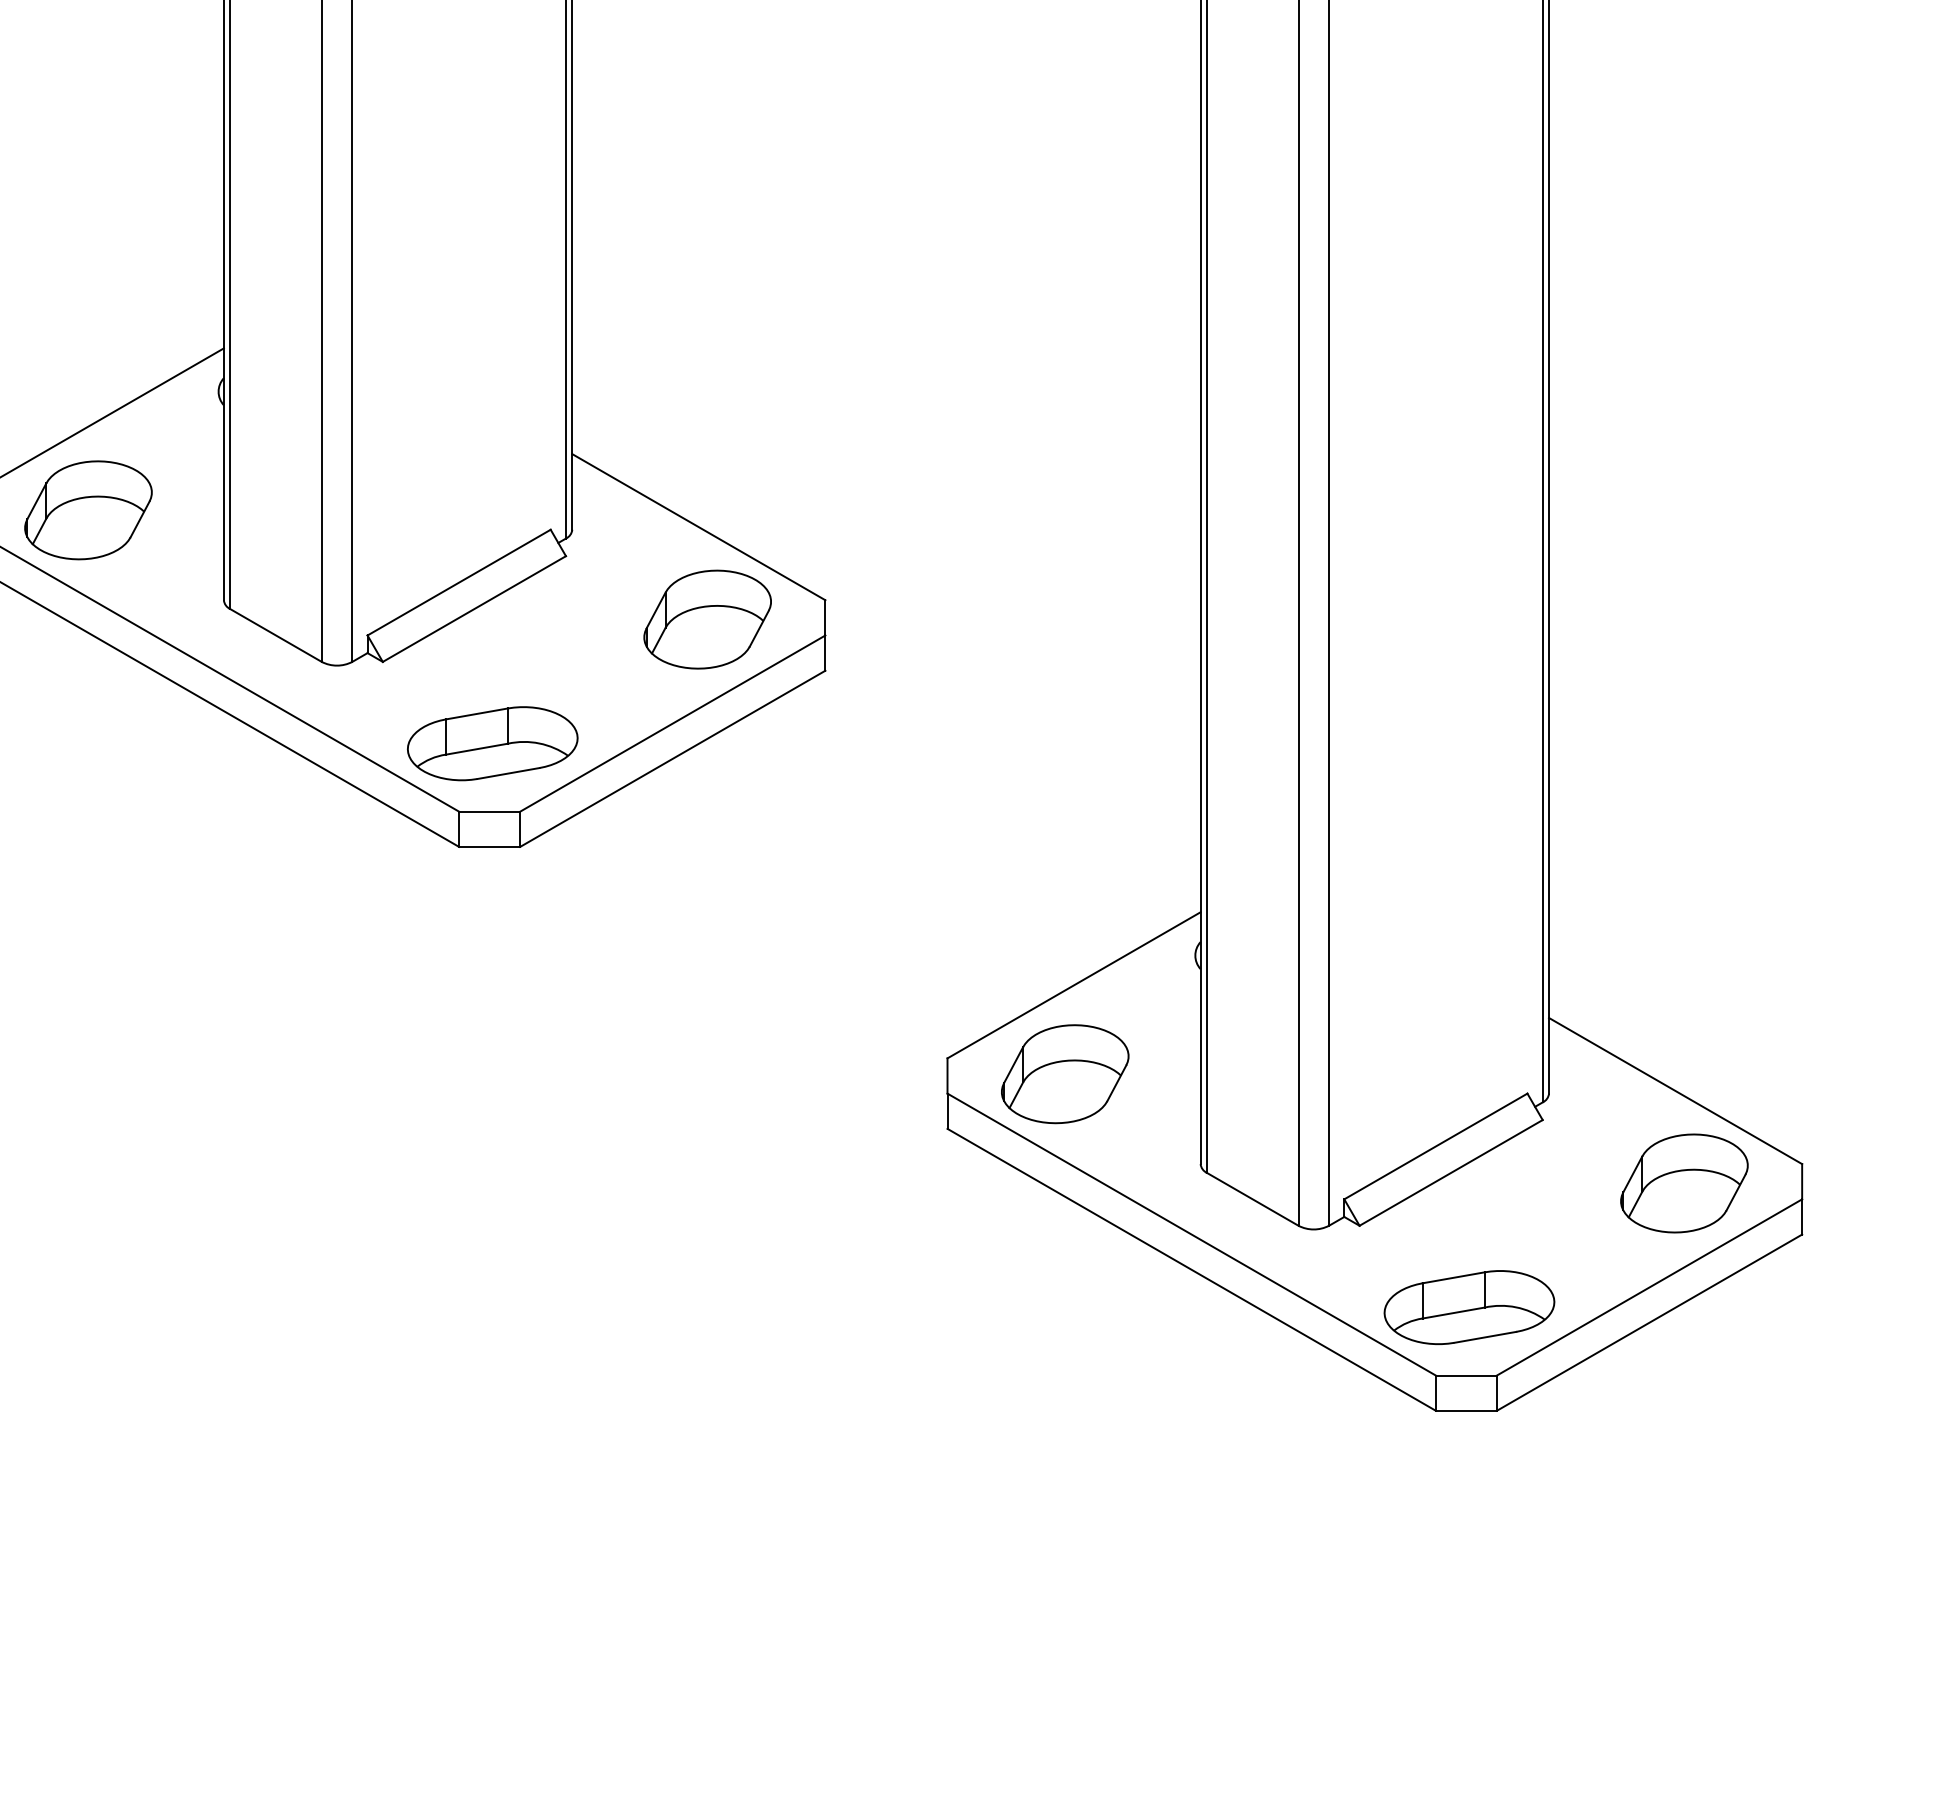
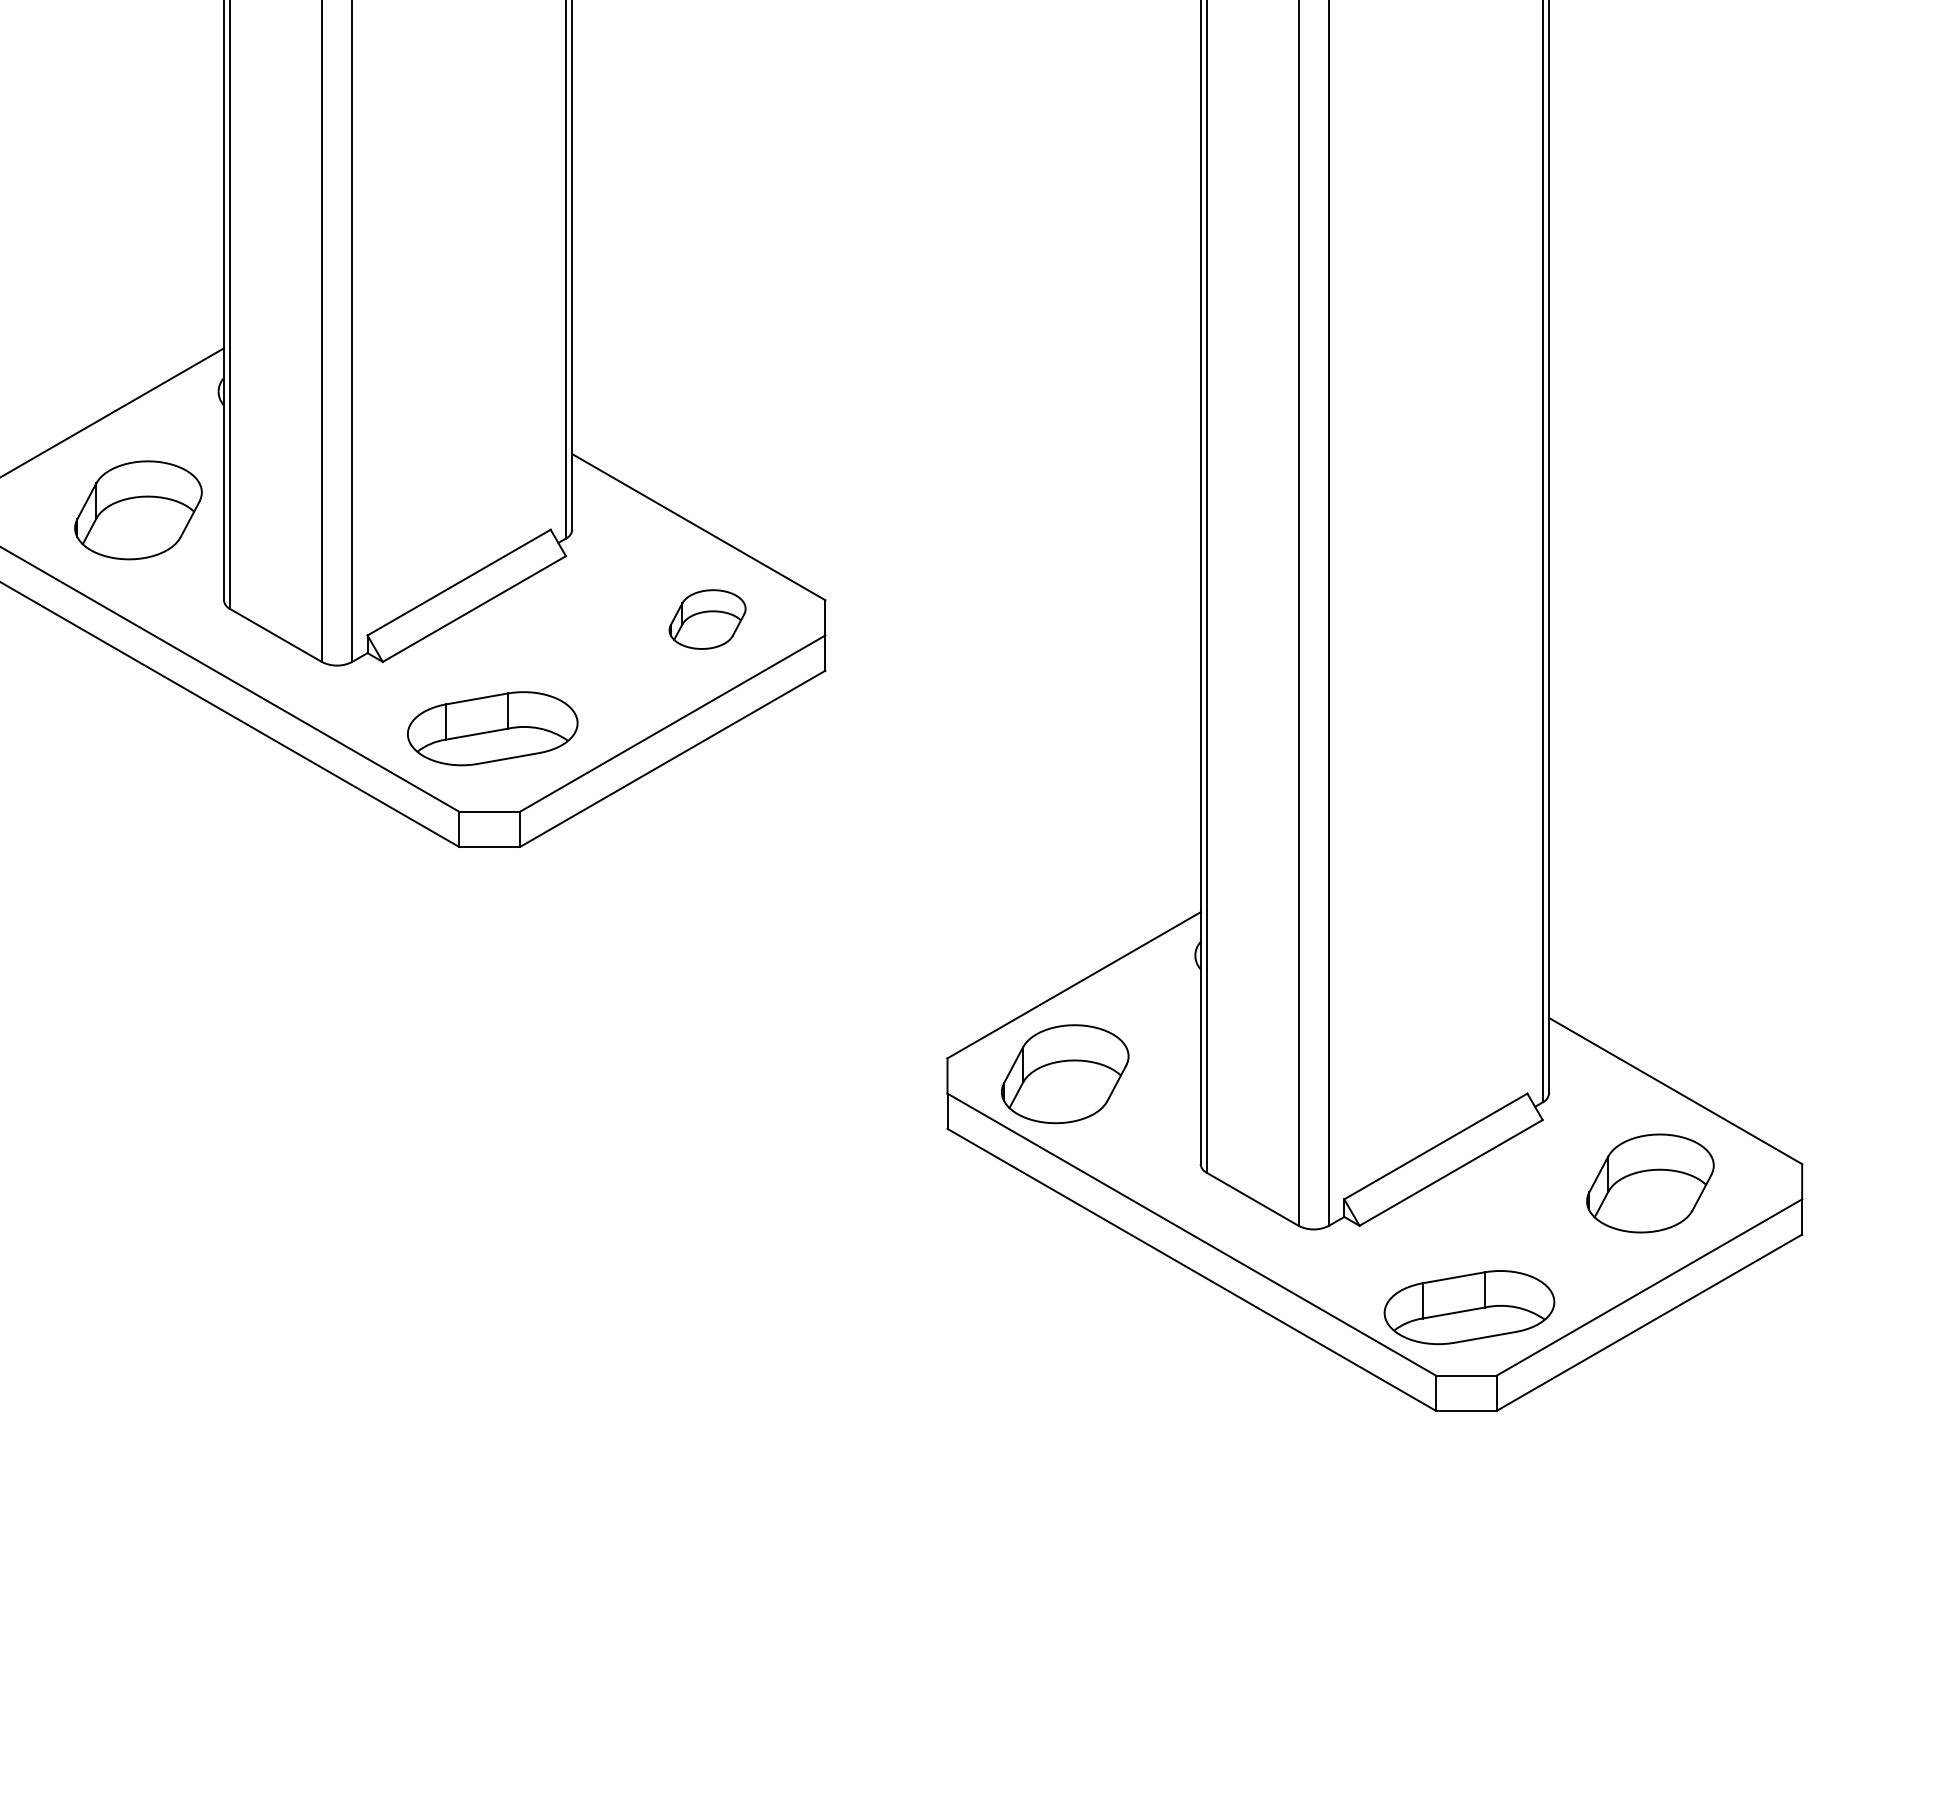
part at (88, 510) position: (88, 510) -> (138, 510)
part at (707, 619) size: 129x101 px -> 79x61 px
part at (492, 743) position: (492, 743) -> (492, 728)
part at (1684, 1183) position: (1684, 1183) -> (1650, 1183)
